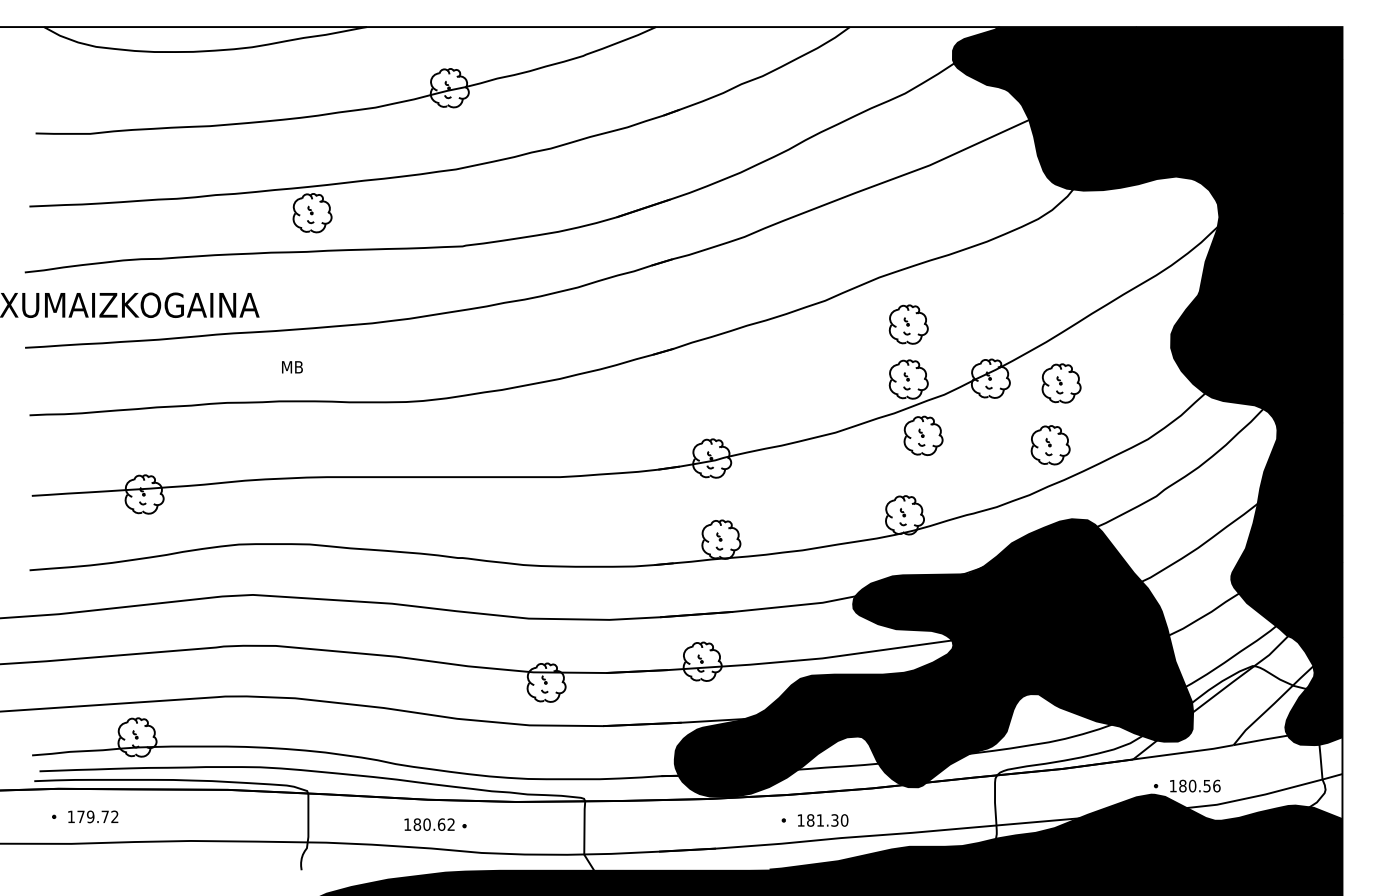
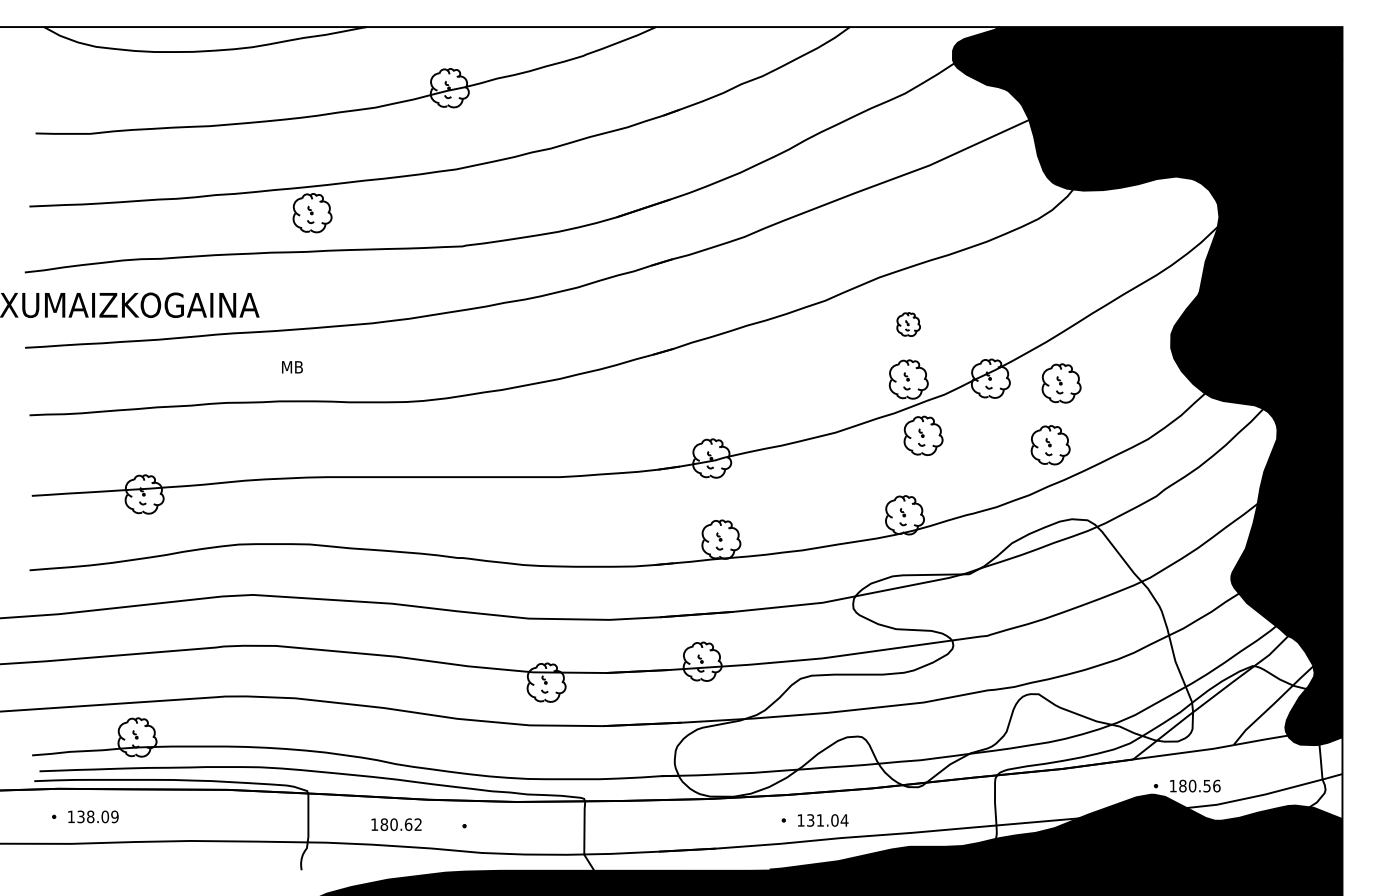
part at (908, 324) size: 41x41 px -> 25x25 px
fill at (933, 657): present -> none
text at (97, 816): 179.72 -> 138.09
text at (827, 820): 181.30 -> 131.04
text at (429, 824) position: (429, 824) -> (396, 824)
